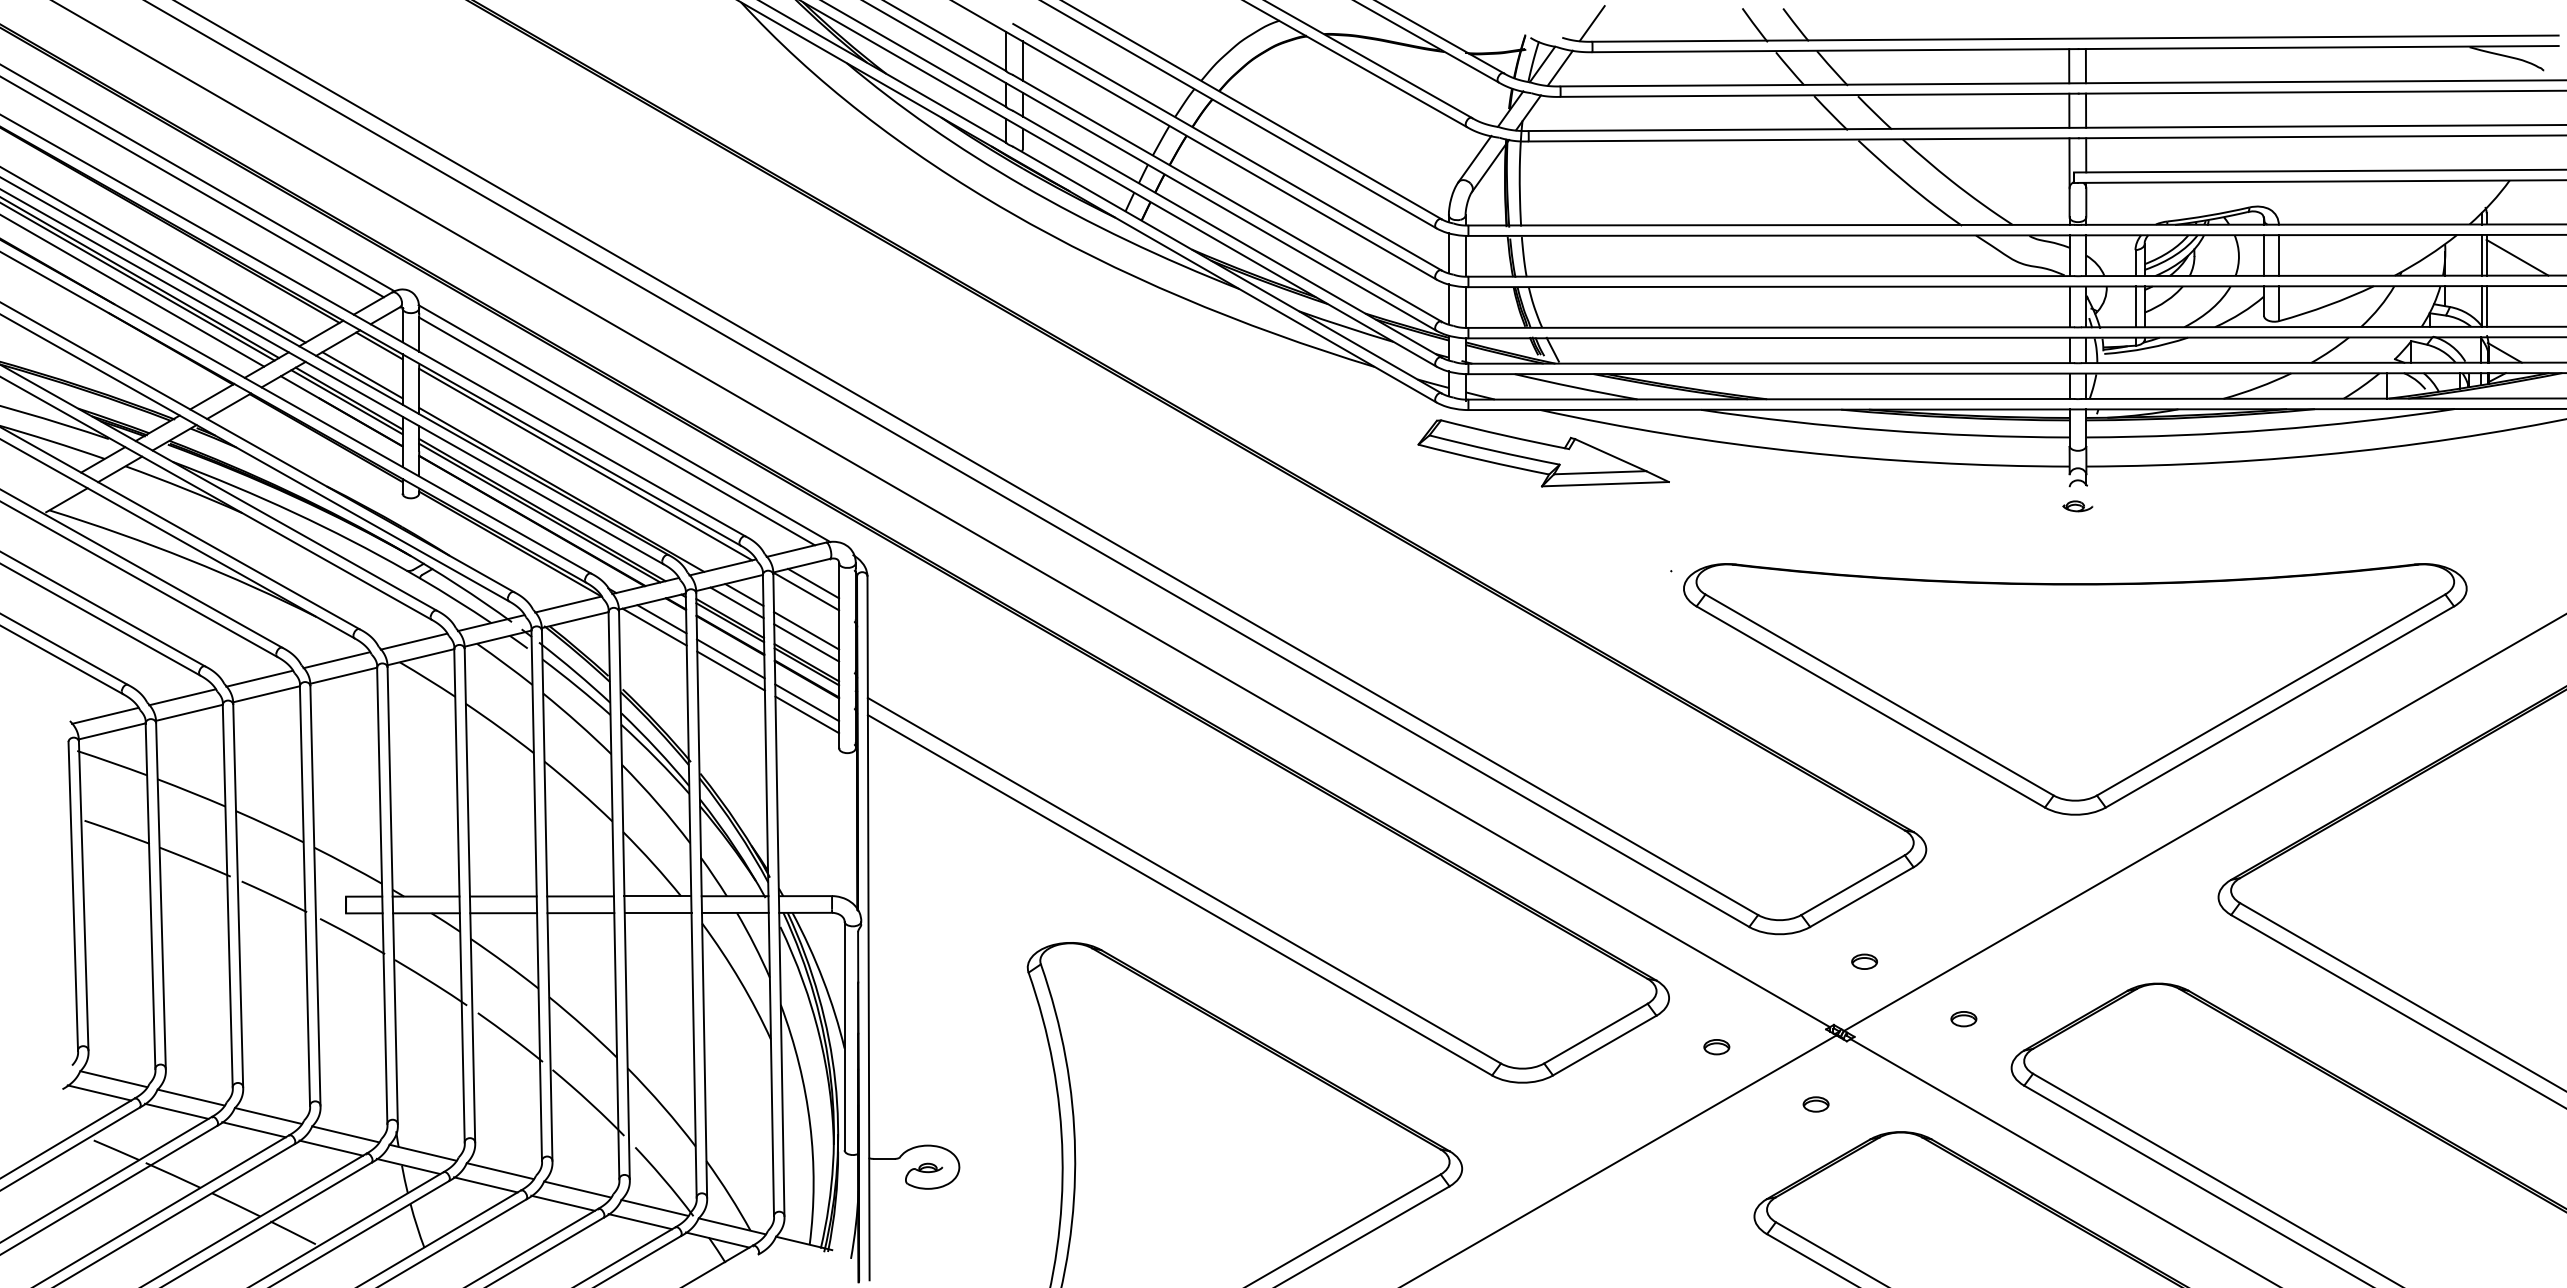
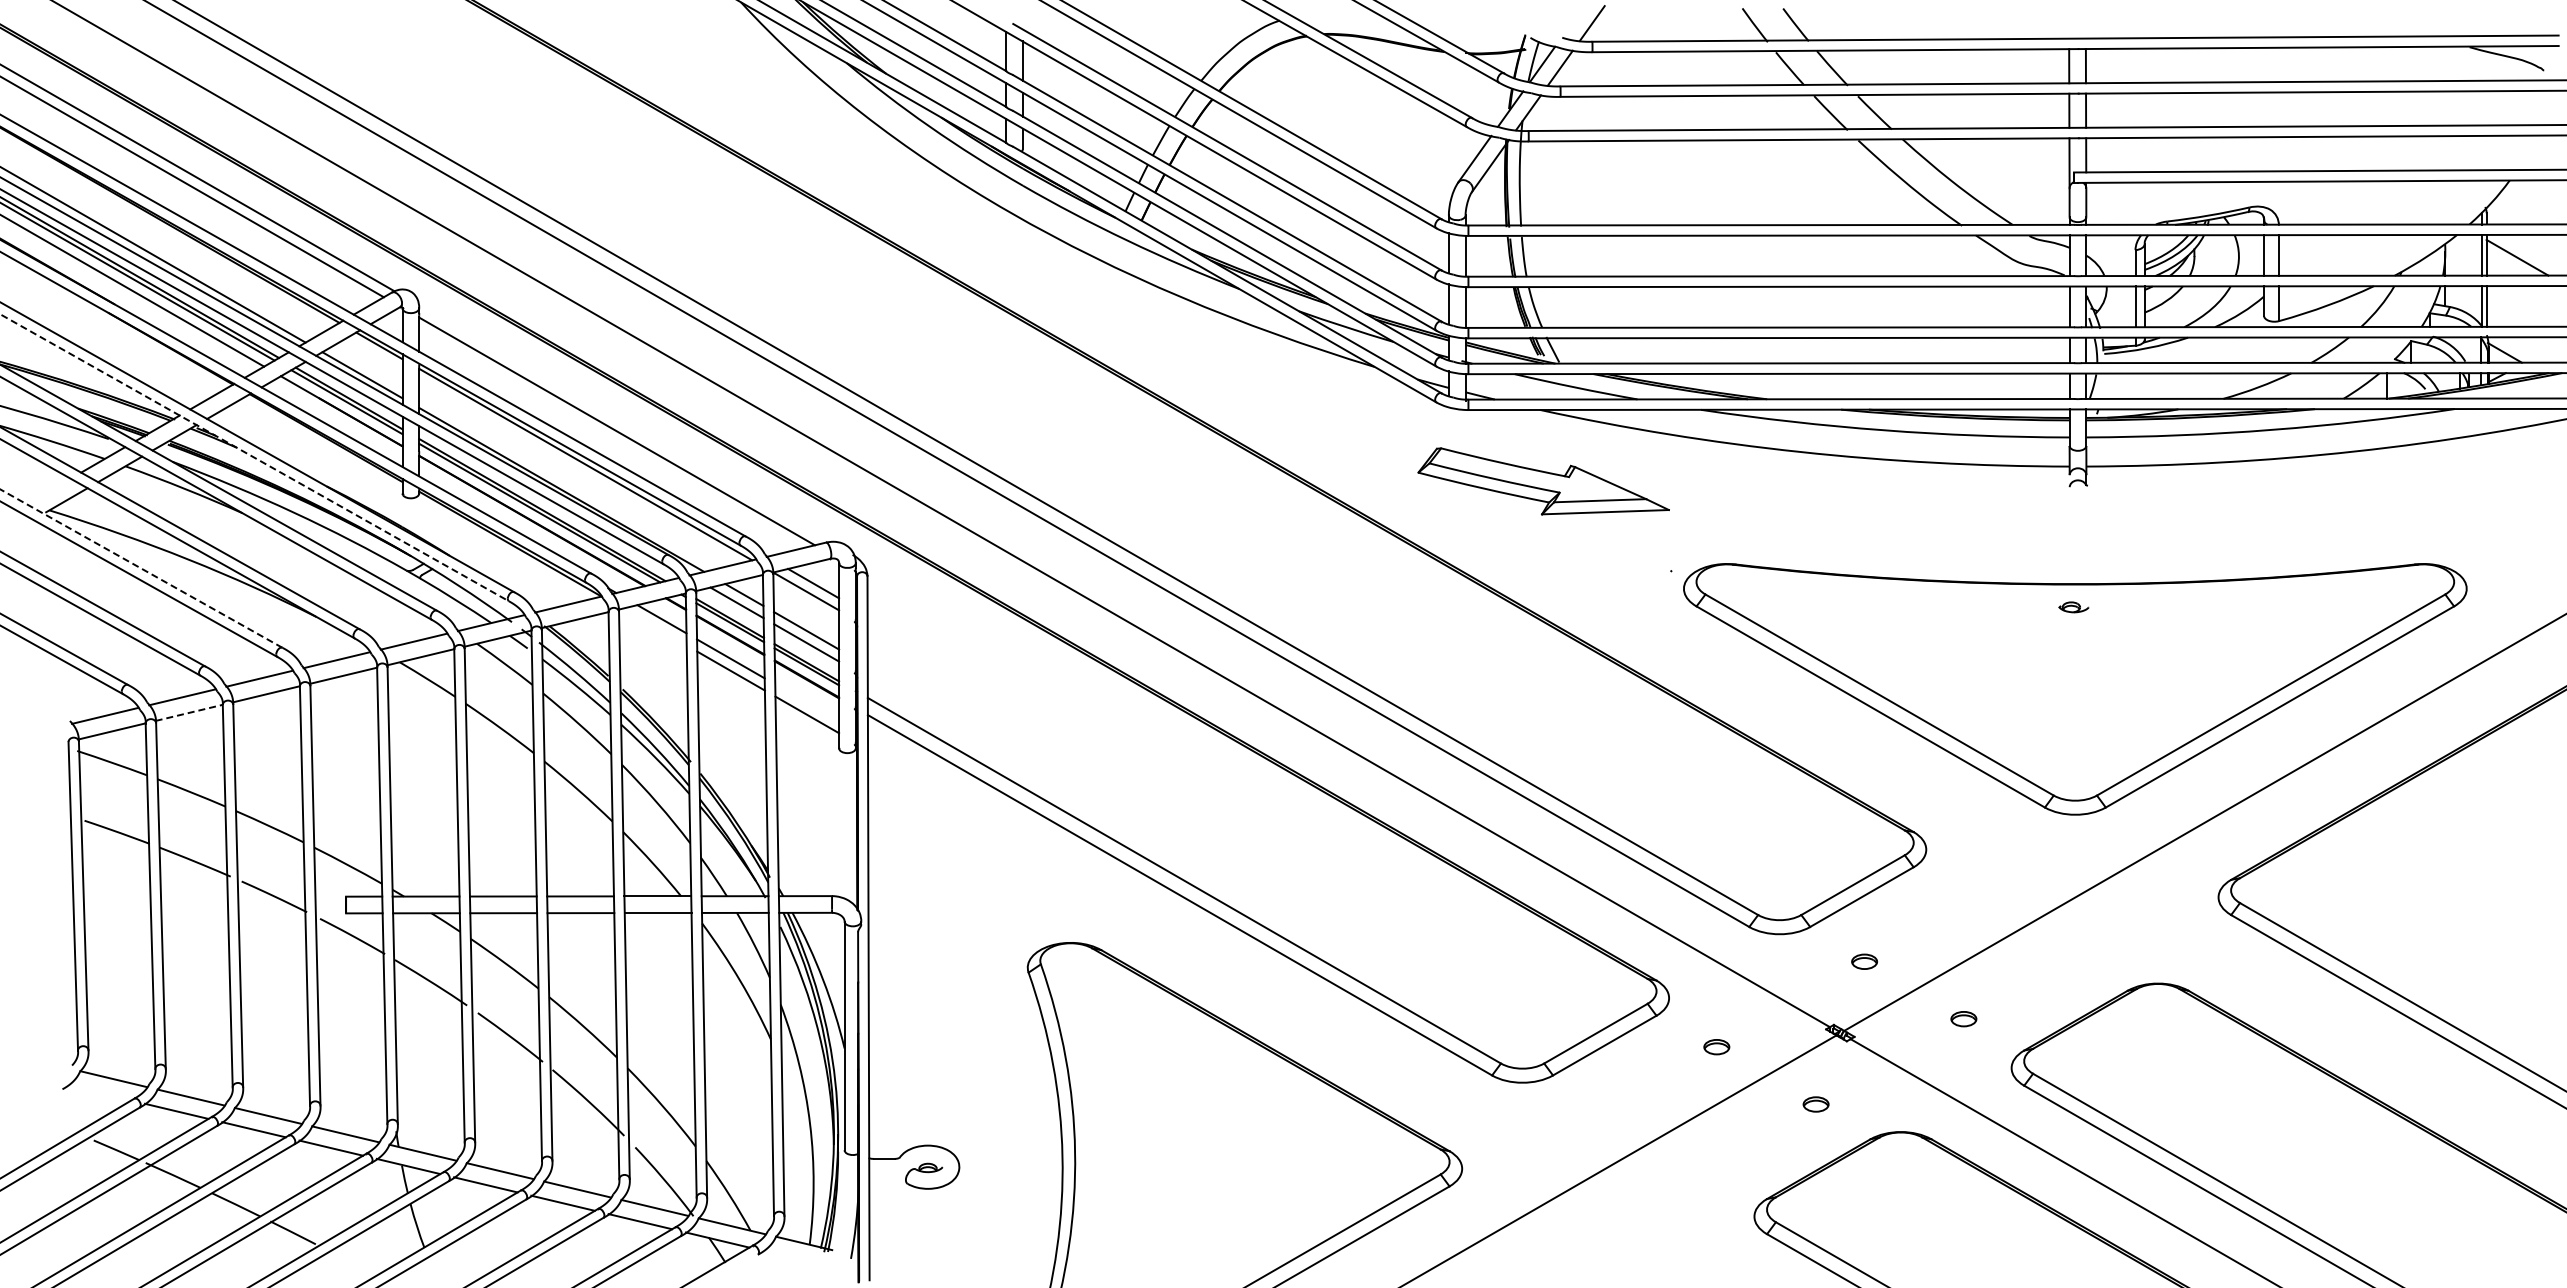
line at (624, 423): present -> none
part at (1543, 453) position: (1543, 453) -> (1543, 481)
line at (254, 457): solid -> dashed
part at (2077, 506) position: (2077, 506) -> (2073, 607)
line at (141, 568): solid -> dashed
line at (654, 626): present -> none
line at (807, 702): present -> none
line at (189, 712): solid -> dashed
line at (99, 1092): present -> none
